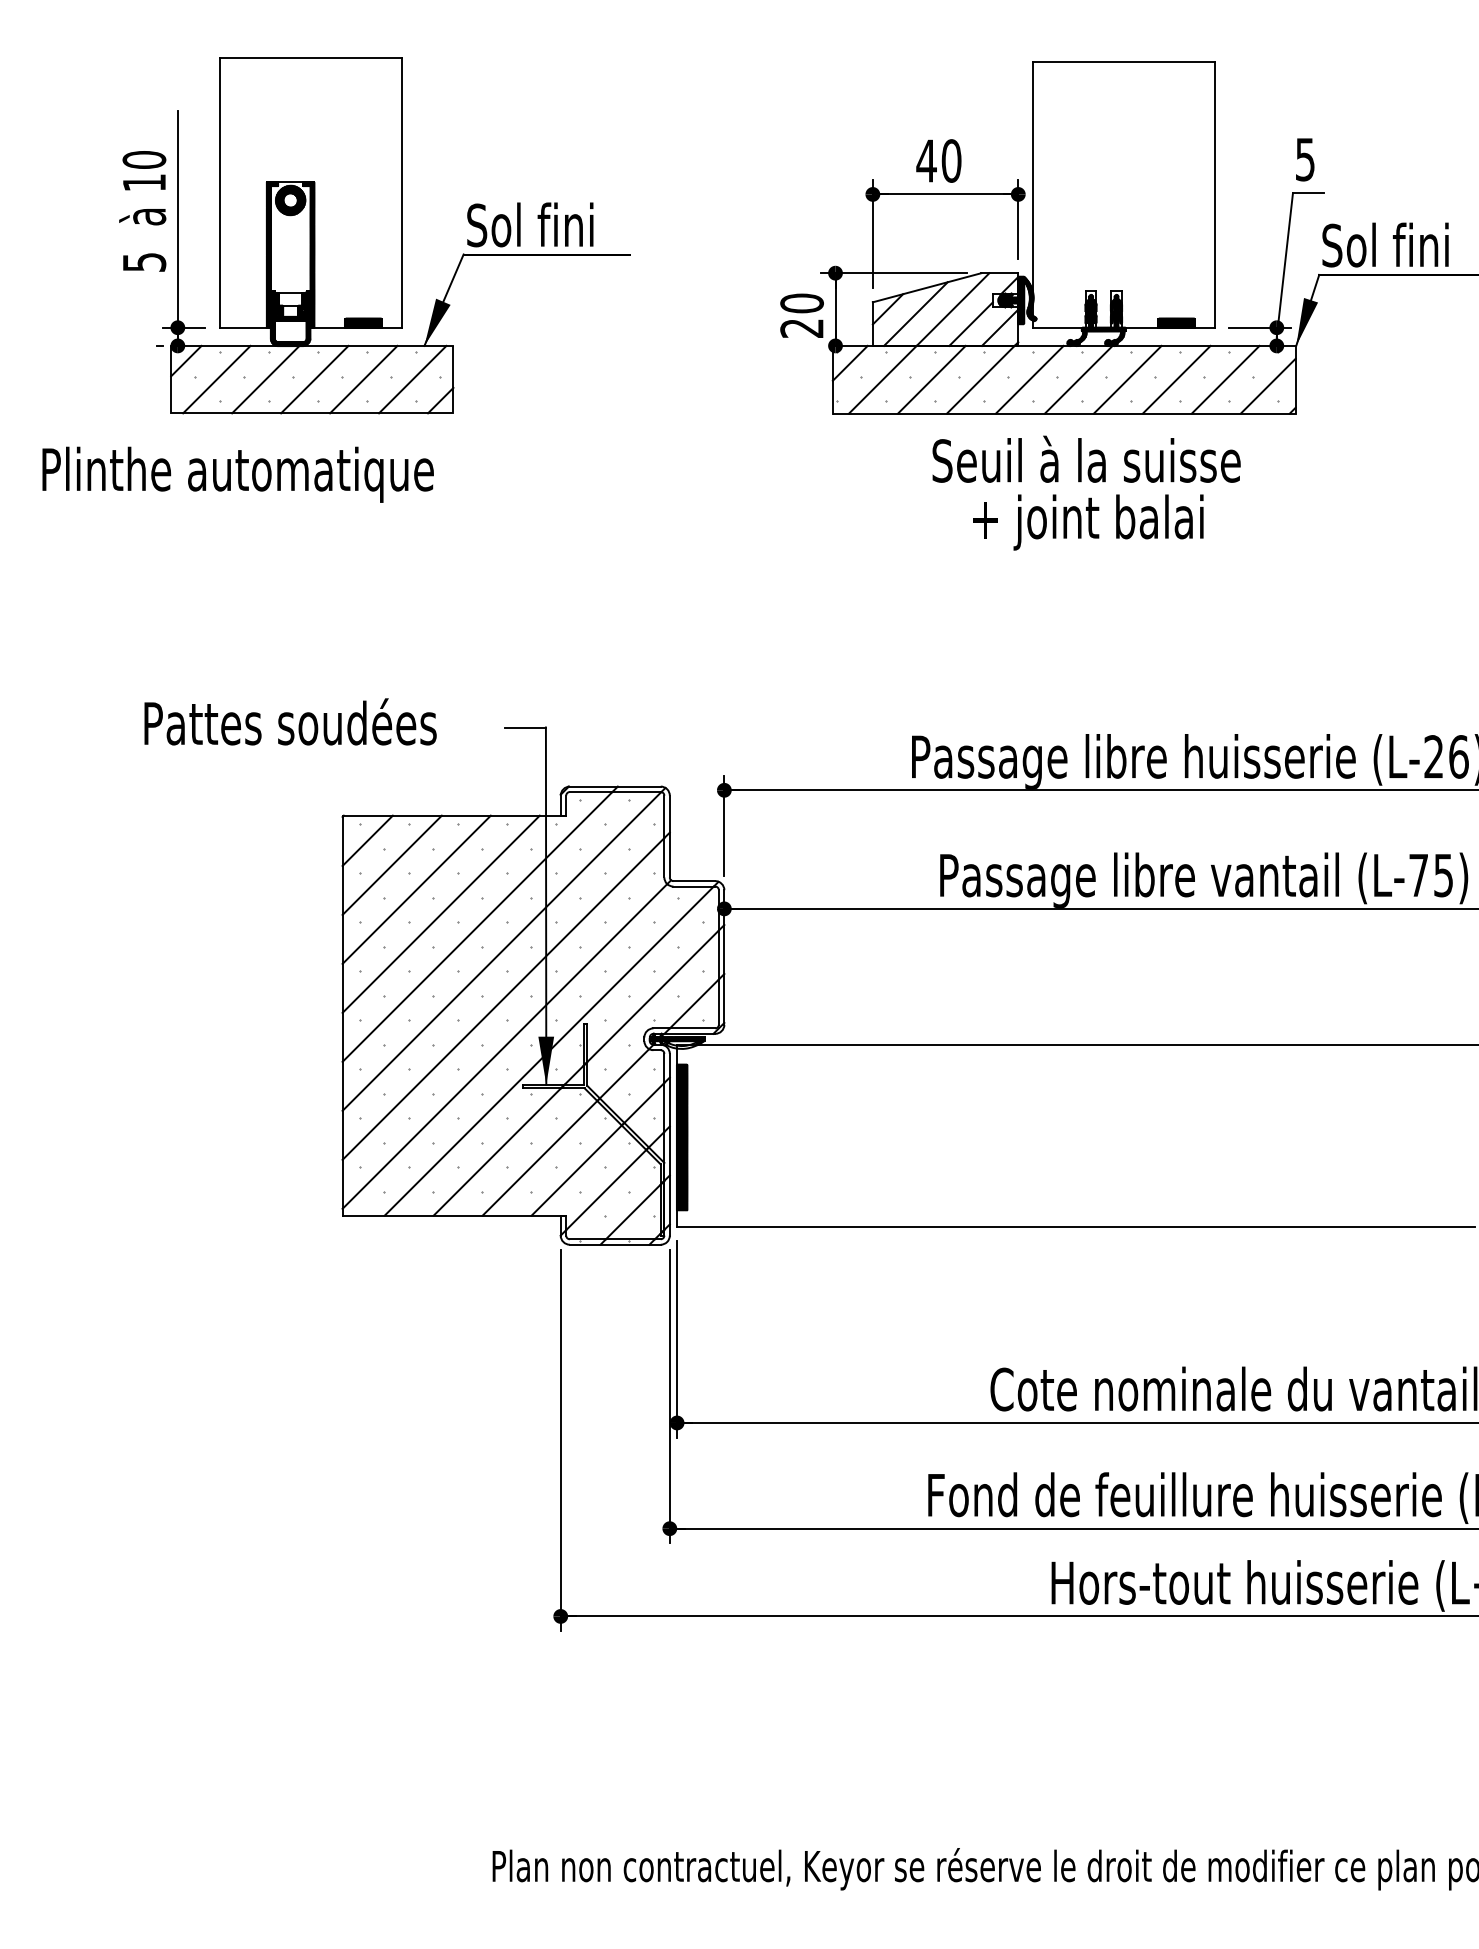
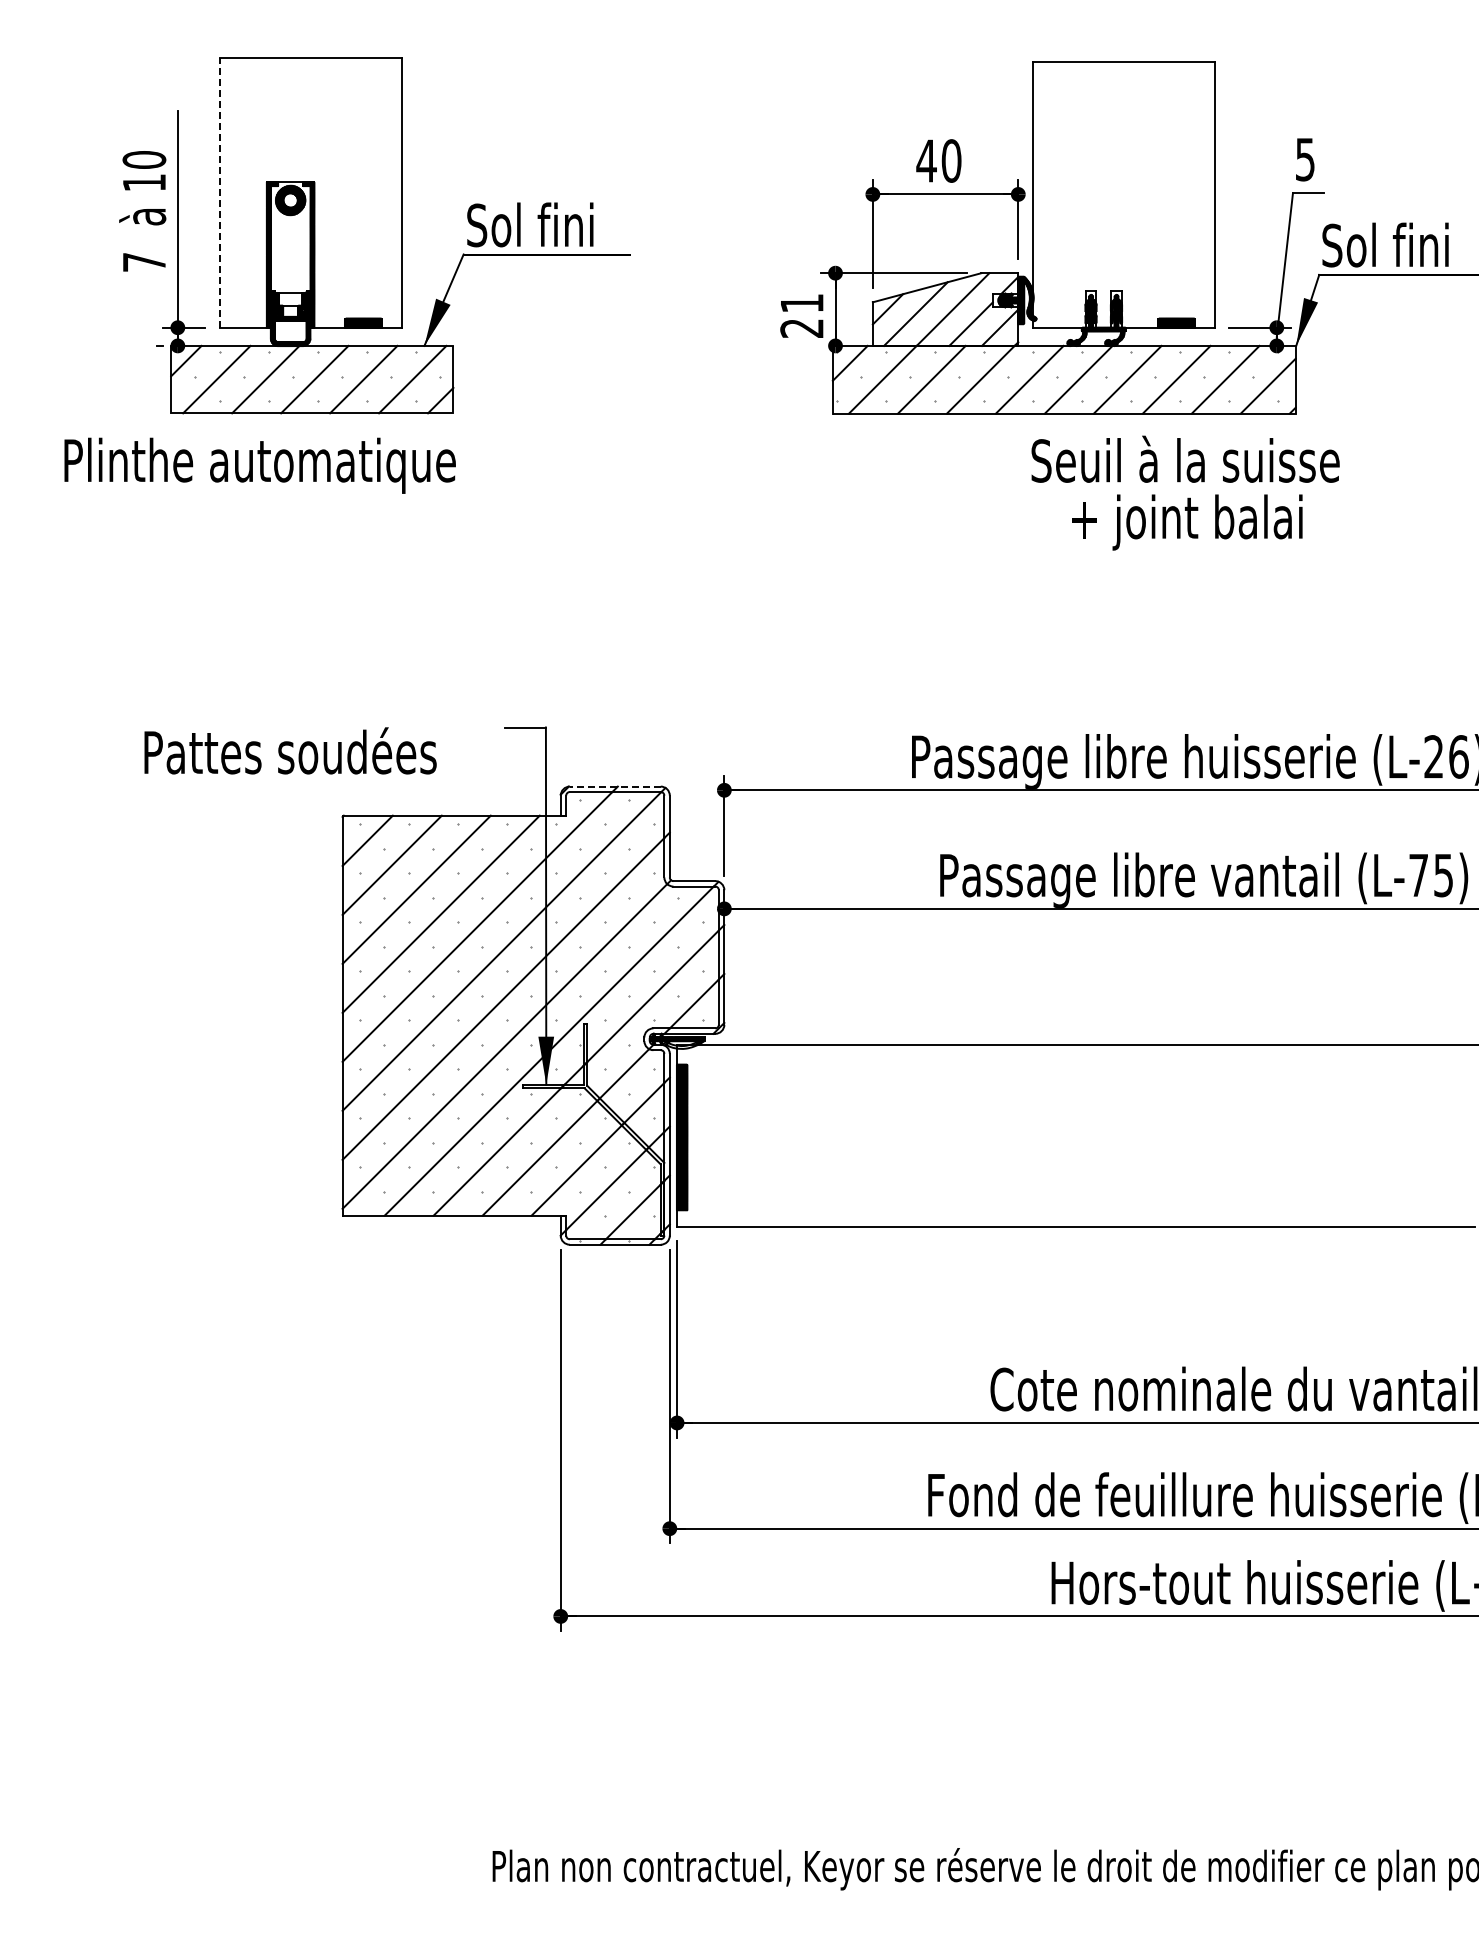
line at (219, 193): solid -> dashed
text at (144, 262): 5 -> 7
text at (801, 303): 20 -> 21
text at (237, 474) position: (237, 474) -> (259, 465)
text at (1086, 492) position: (1086, 492) -> (1185, 492)
text at (290, 721) position: (290, 721) -> (290, 750)
line at (614, 786): solid -> dashed
